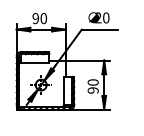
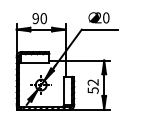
text at (92, 86): 90 -> 52
